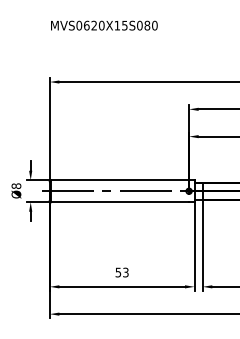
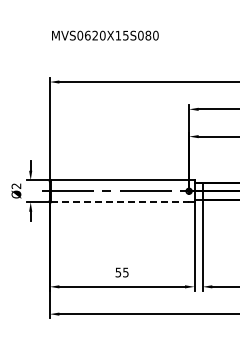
text at (104, 25) position: (104, 25) -> (105, 35)
text at (16, 186): Ø8 -> Ø2
line at (120, 202): solid -> dashed
text at (125, 271): 53 -> 55
